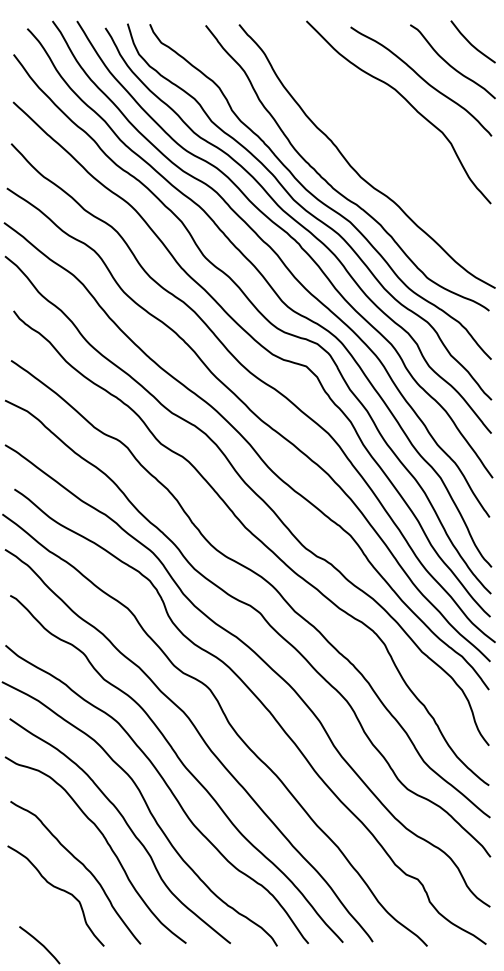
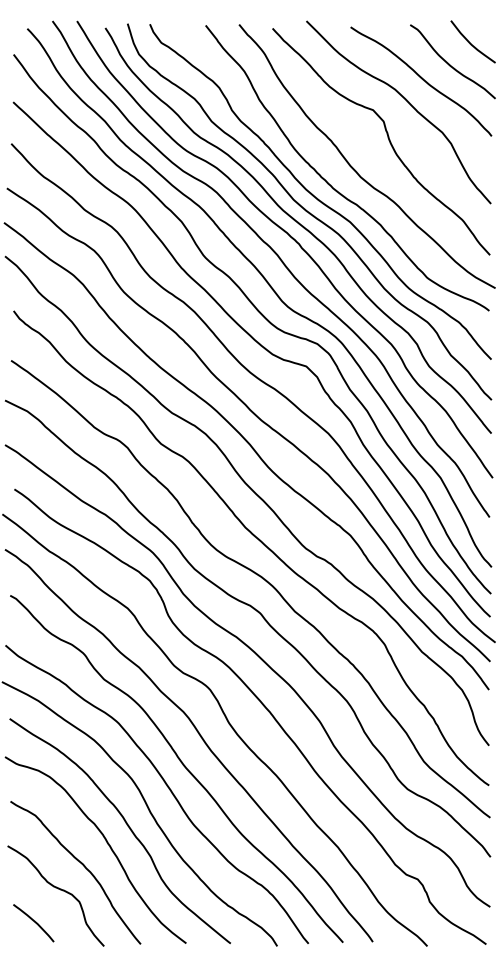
curve at (387, 138): none -> present
curve at (40, 944) position: (40, 944) -> (34, 922)
